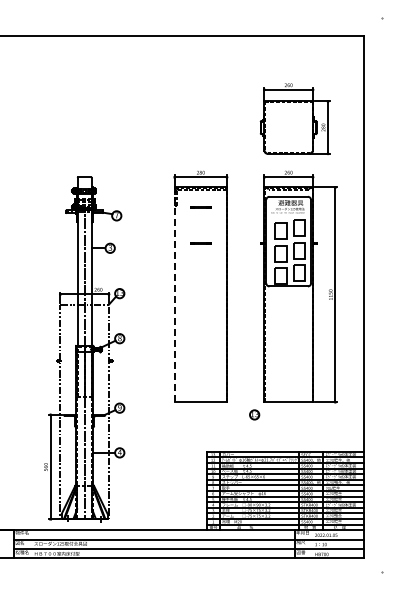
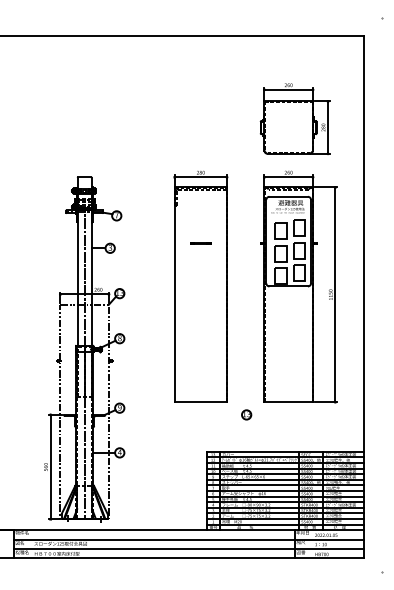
line at (200, 207): present -> none
line at (174, 294): dashed -> solid
part at (254, 414) position: (254, 414) -> (246, 414)
